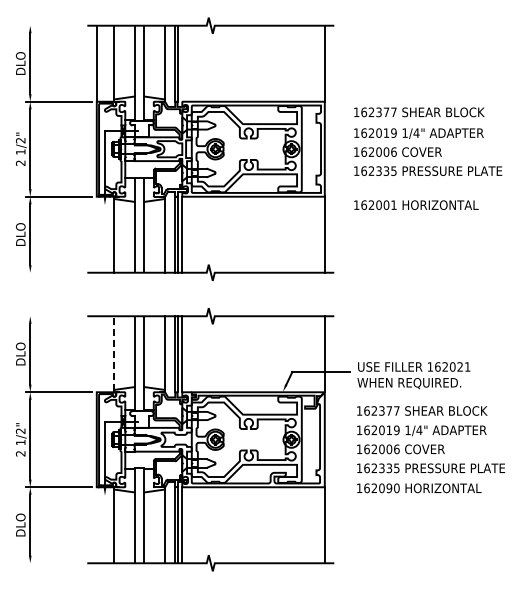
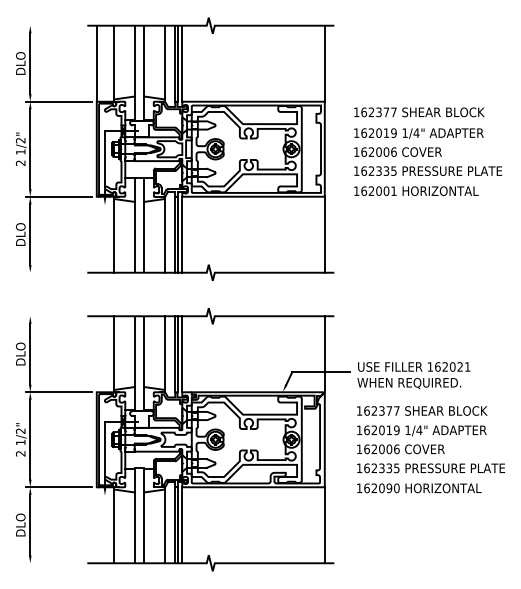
line at (182, 63): none -> present
text at (416, 204) position: (416, 204) -> (416, 190)
line at (114, 352): dashed -> solid
